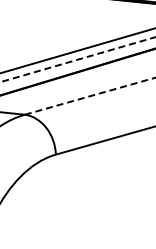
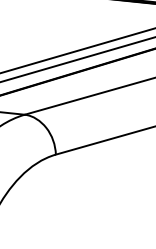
line at (77, 59): dashed -> solid
line at (90, 96): dashed -> solid
